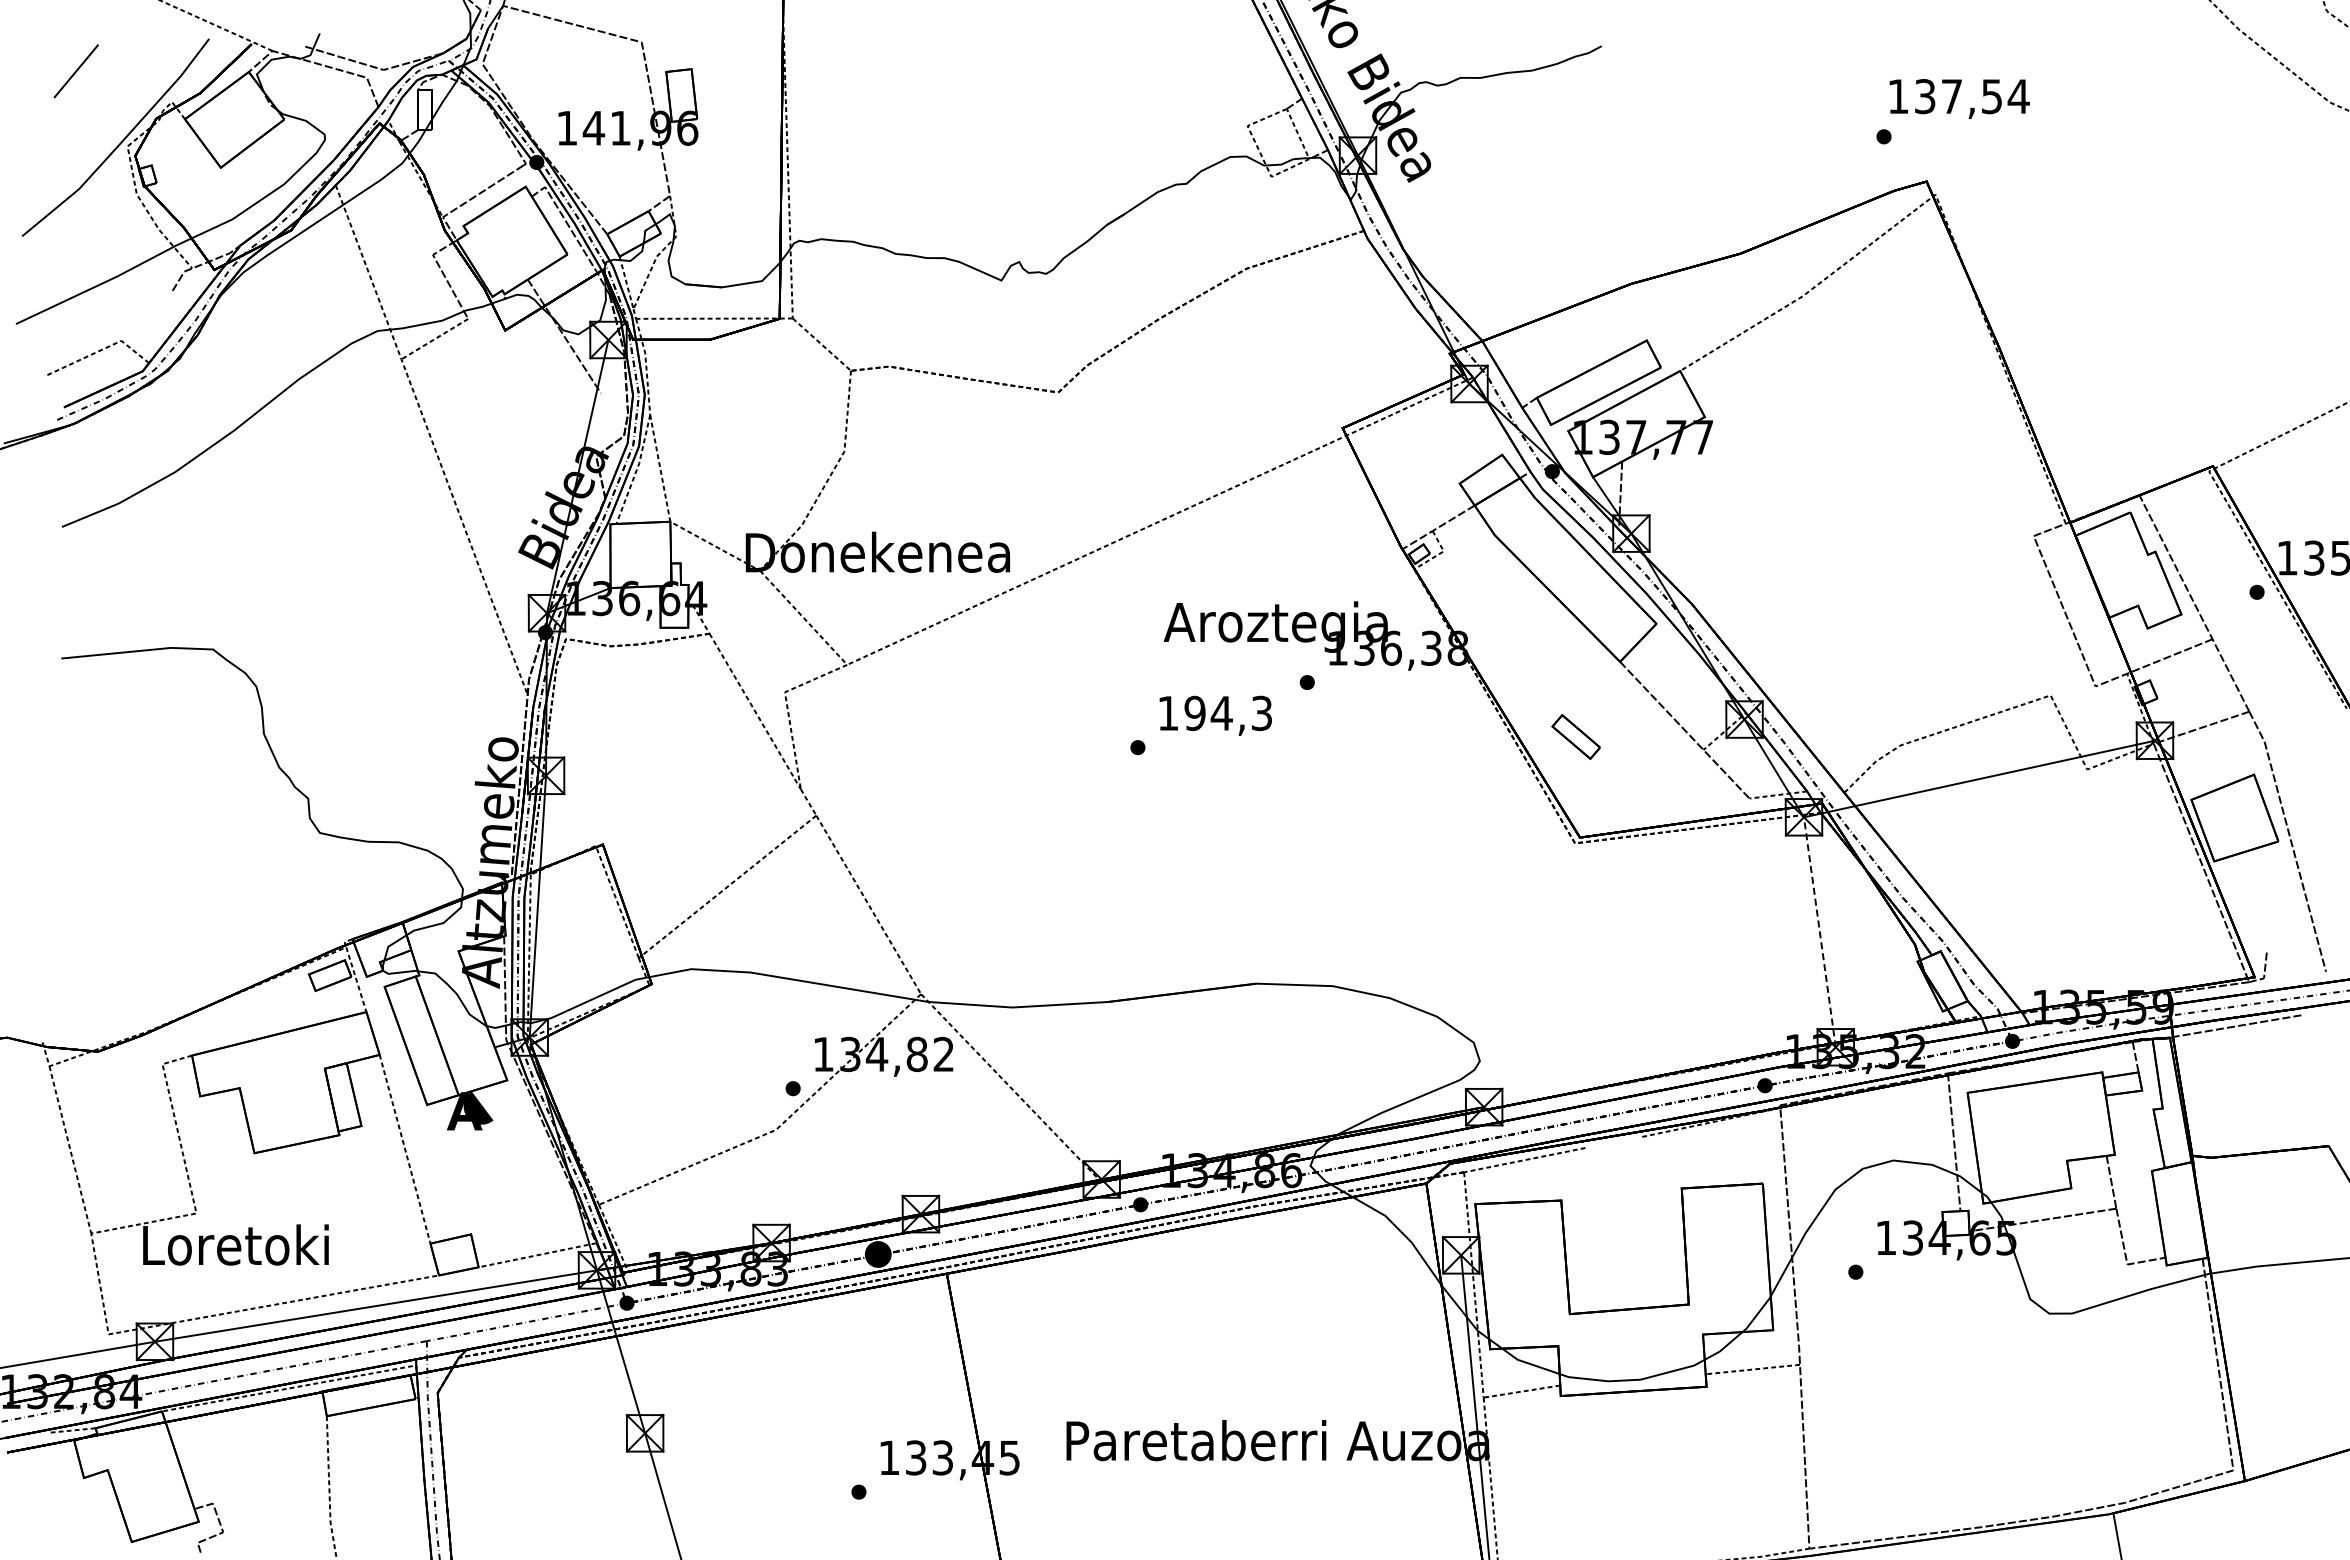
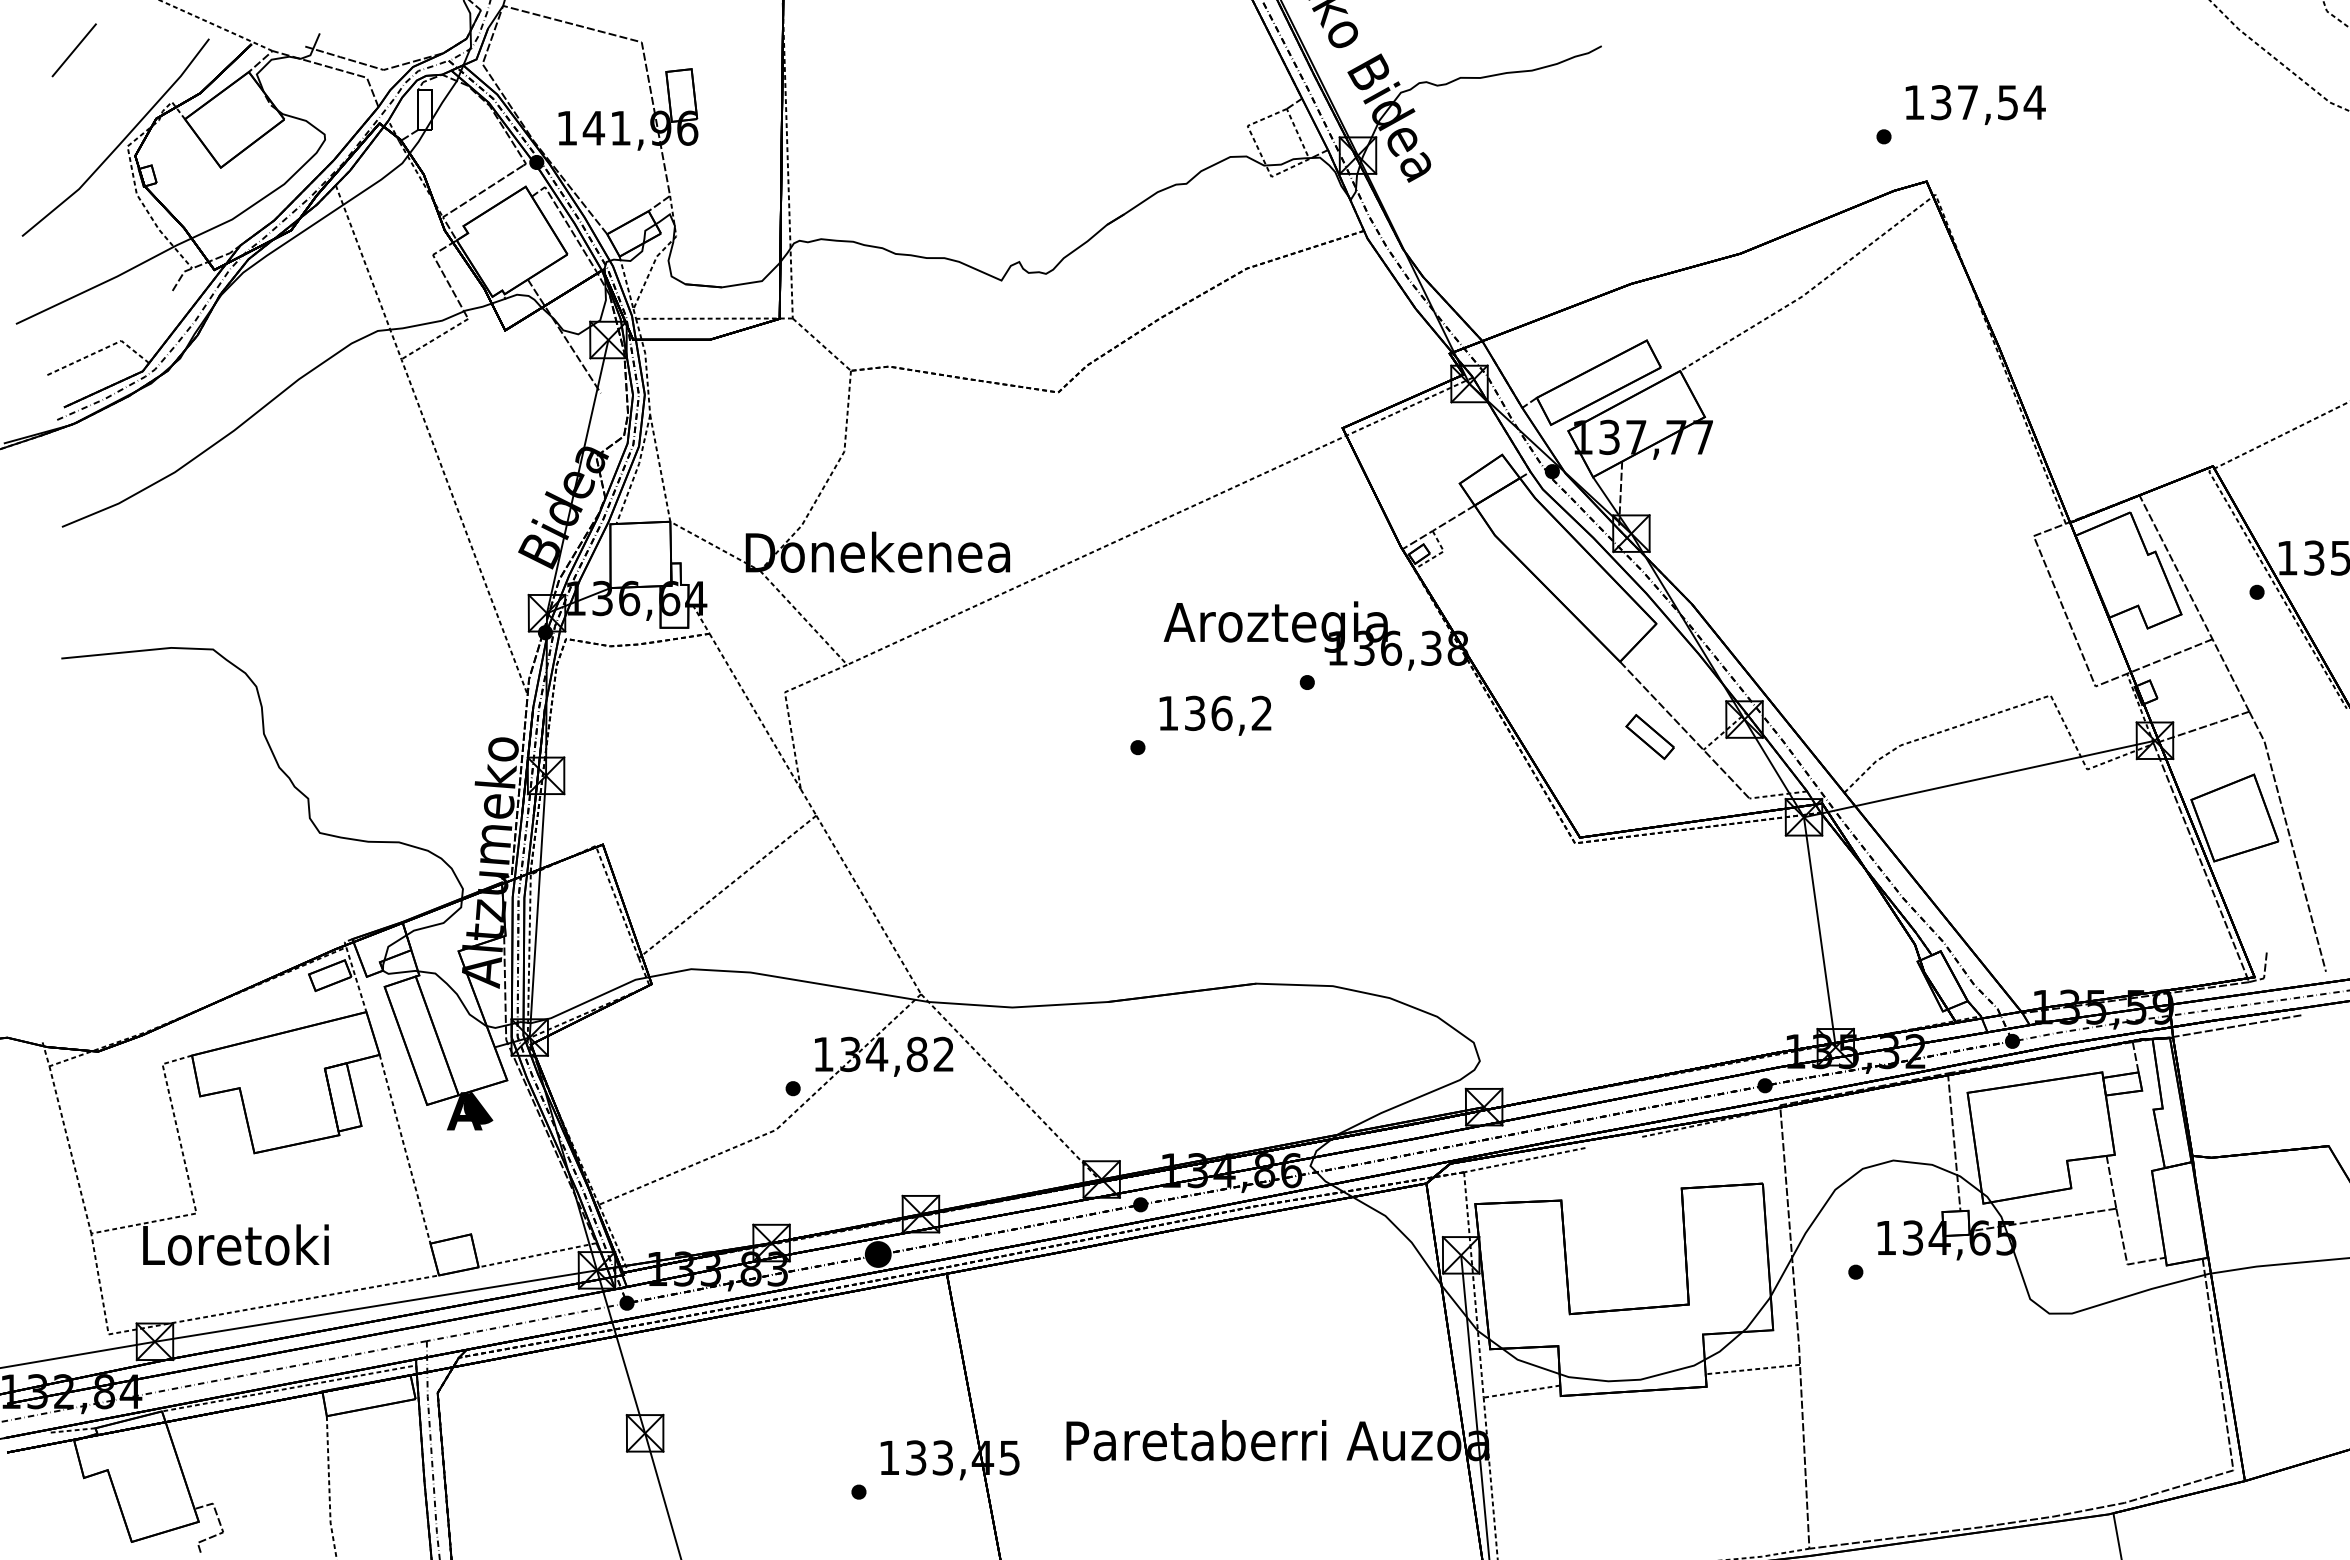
line at (75, 71) position: (75, 71) -> (73, 50)
text at (1959, 98) position: (1959, 98) -> (1975, 104)
text at (1227, 713): 194,3 -> 136,2
part at (1575, 736) position: (1575, 736) -> (1649, 736)
line at (1819, 931): dashed -> solid
